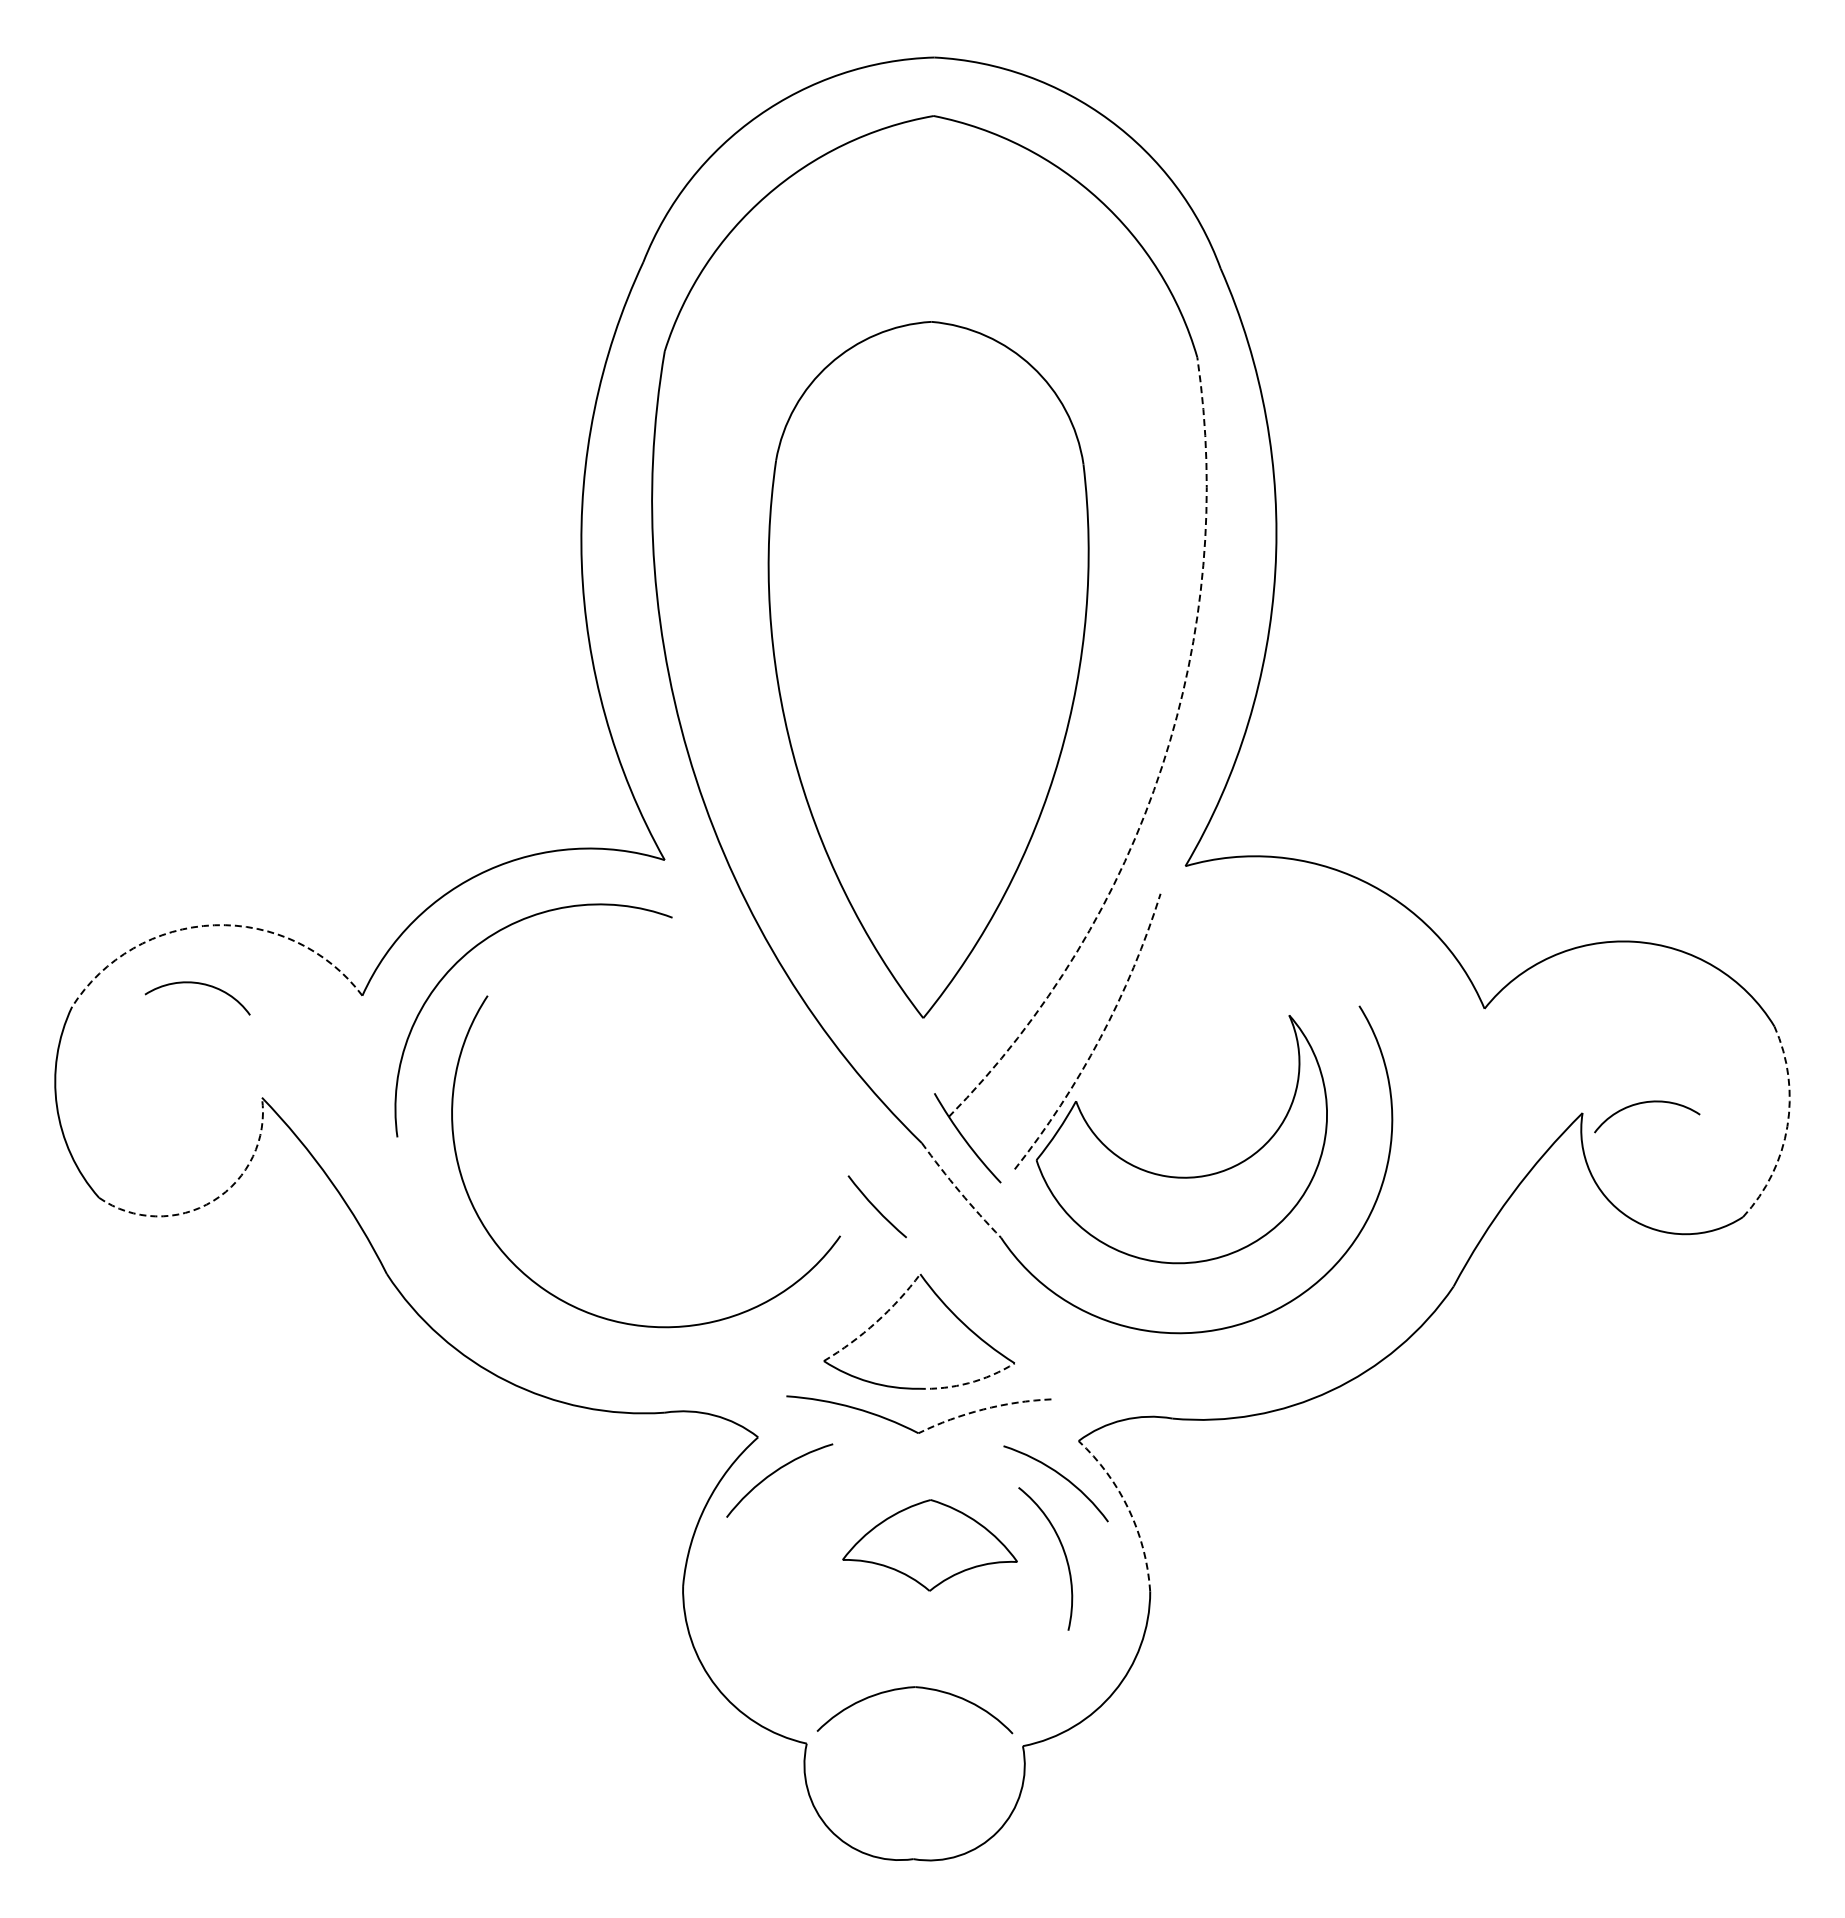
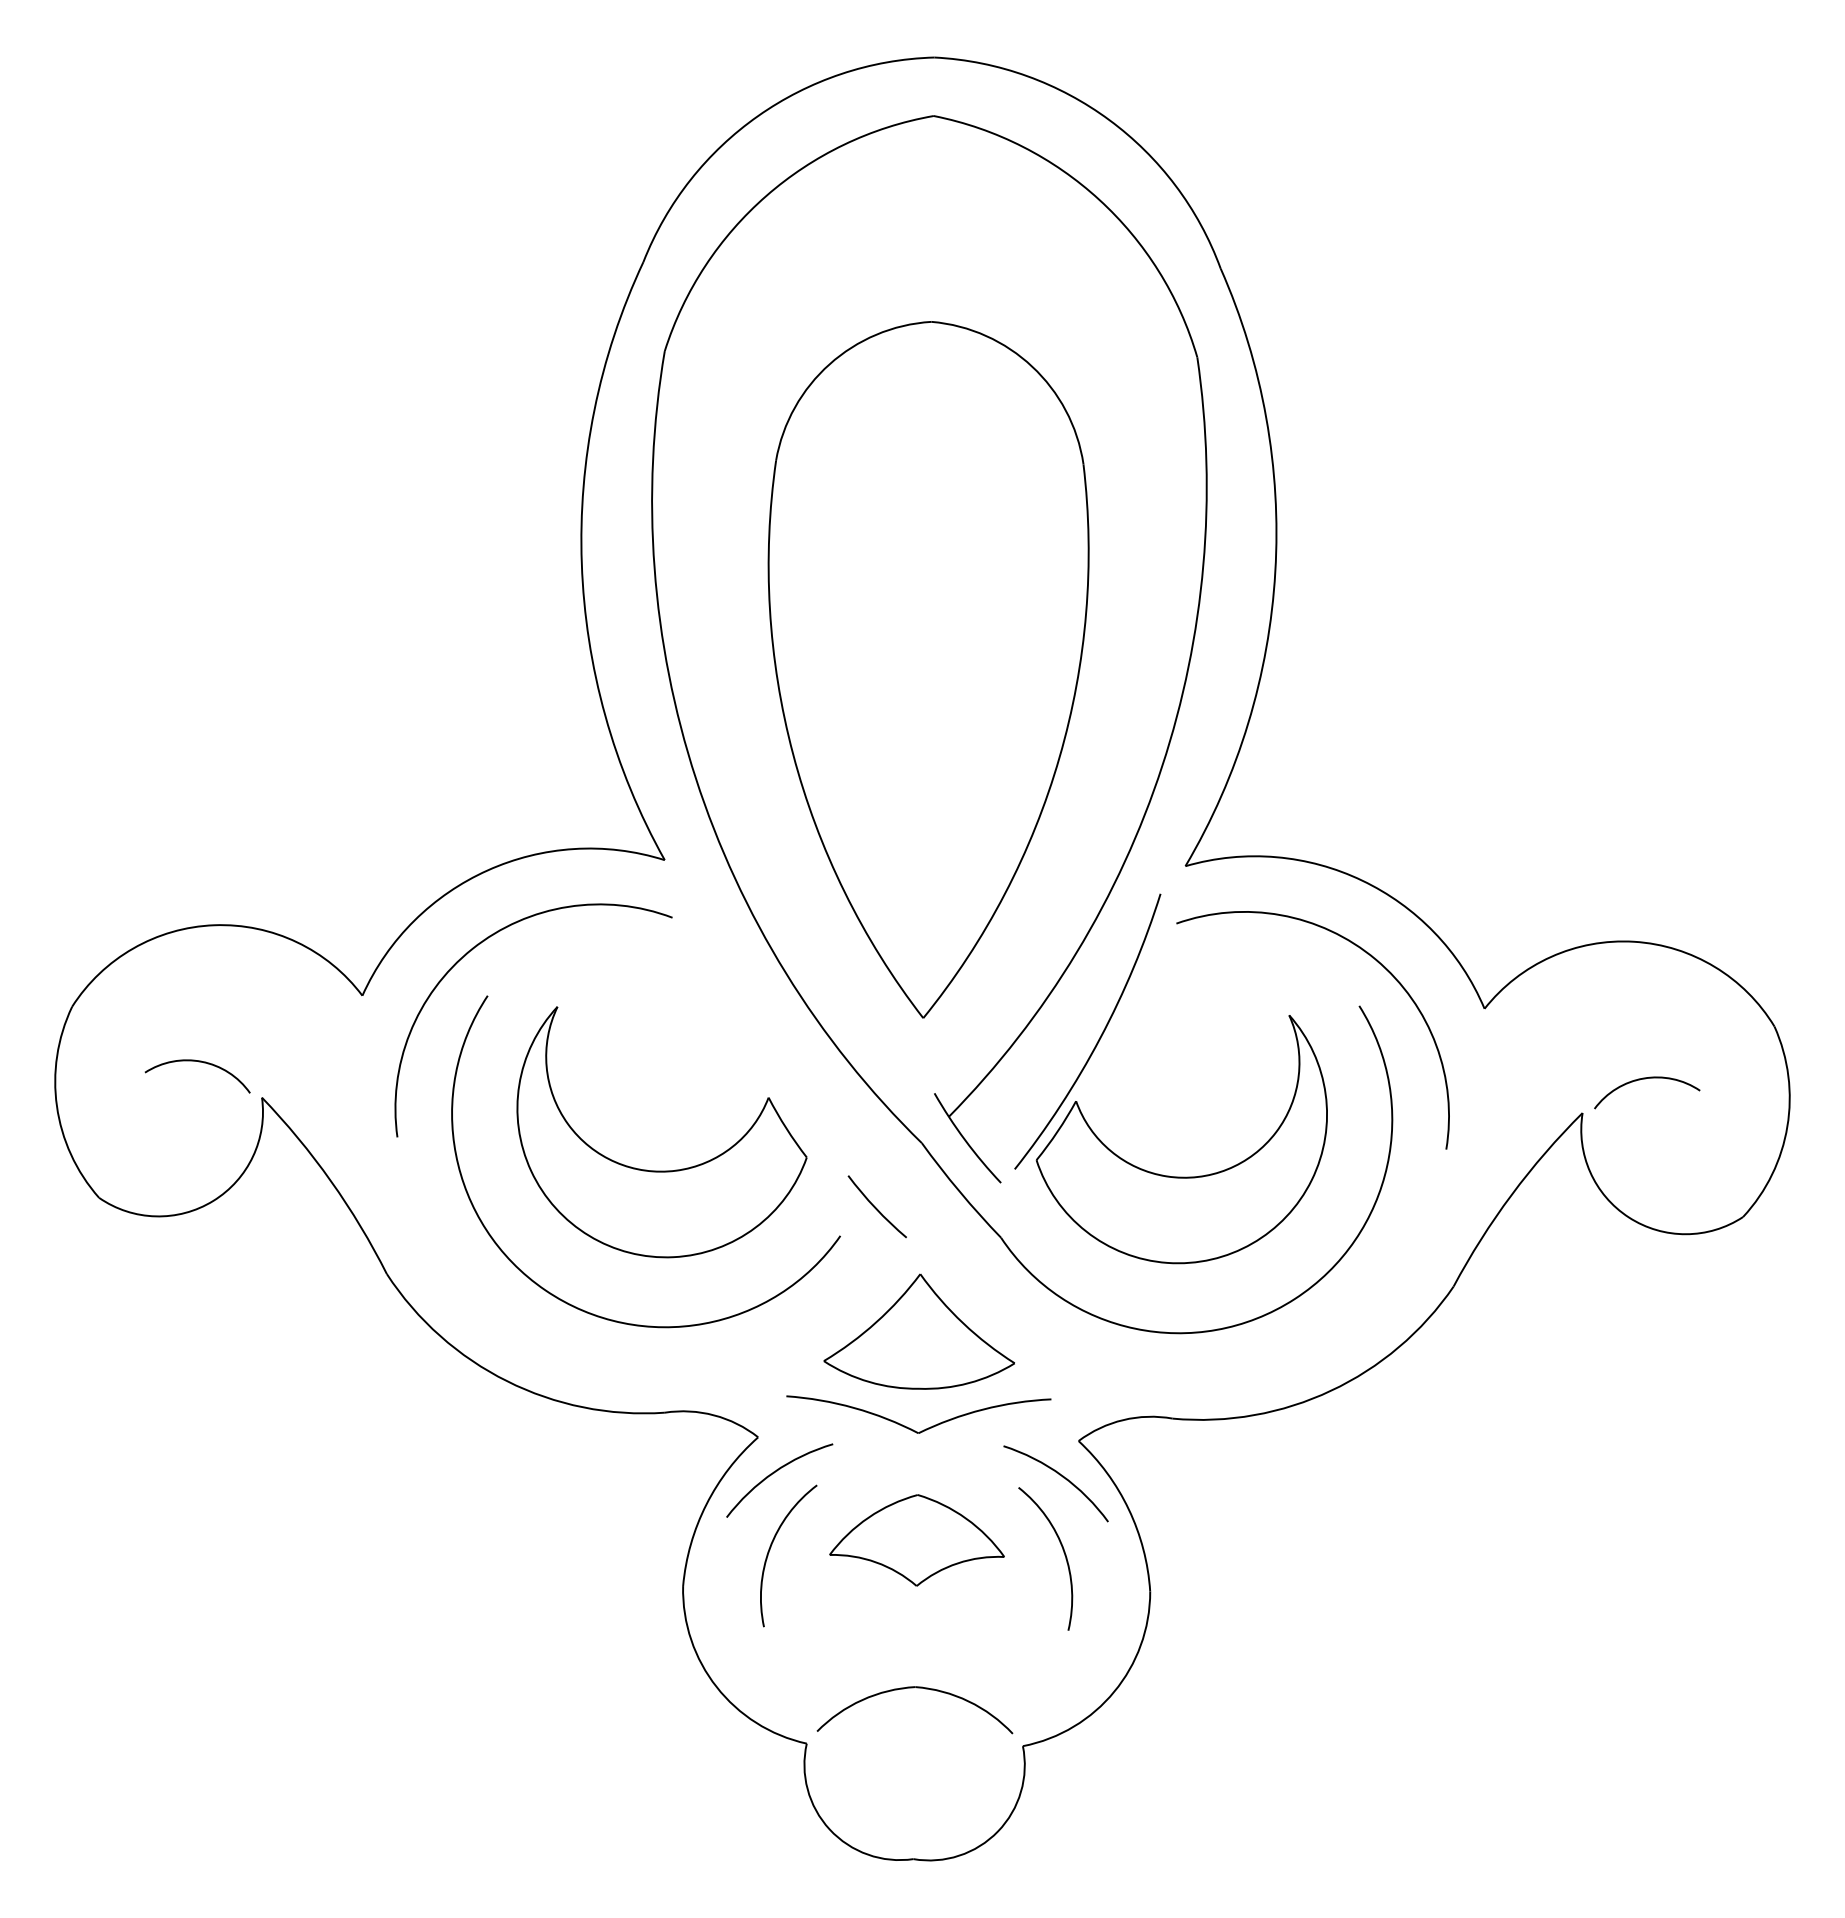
arc at (1162, 766): dashed -> solid
arc at (214, 925): dashed -> solid
arc at (1372, 958): none -> present
arc at (198, 984) position: (198, 984) -> (198, 1062)
arc at (1100, 1038): dashed -> solid
arc at (1645, 1103) position: (1645, 1103) -> (1645, 1079)
arc at (1787, 1126): dashed -> solid
part at (661, 1170): none -> present
arc at (959, 1191): dashed -> solid
arc at (213, 1200): dashed -> solid
arc at (876, 1322): dashed -> solid
arc at (968, 1383): dashed -> solid
arc at (983, 1409): dashed -> solid
arc at (1128, 1509): dashed -> solid
part at (929, 1545) position: (929, 1545) -> (916, 1540)
arc at (770, 1550): none -> present
